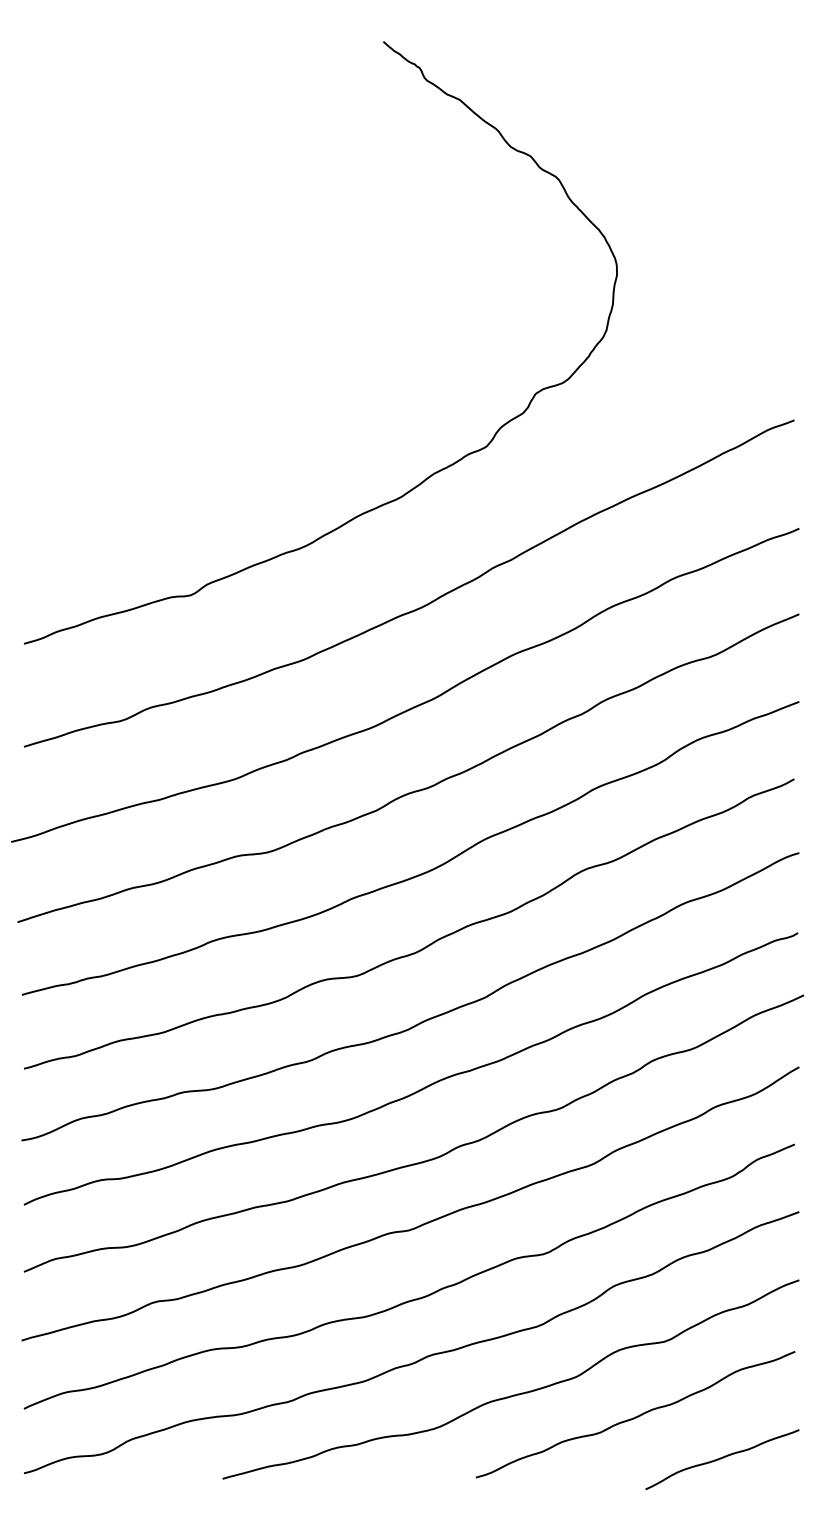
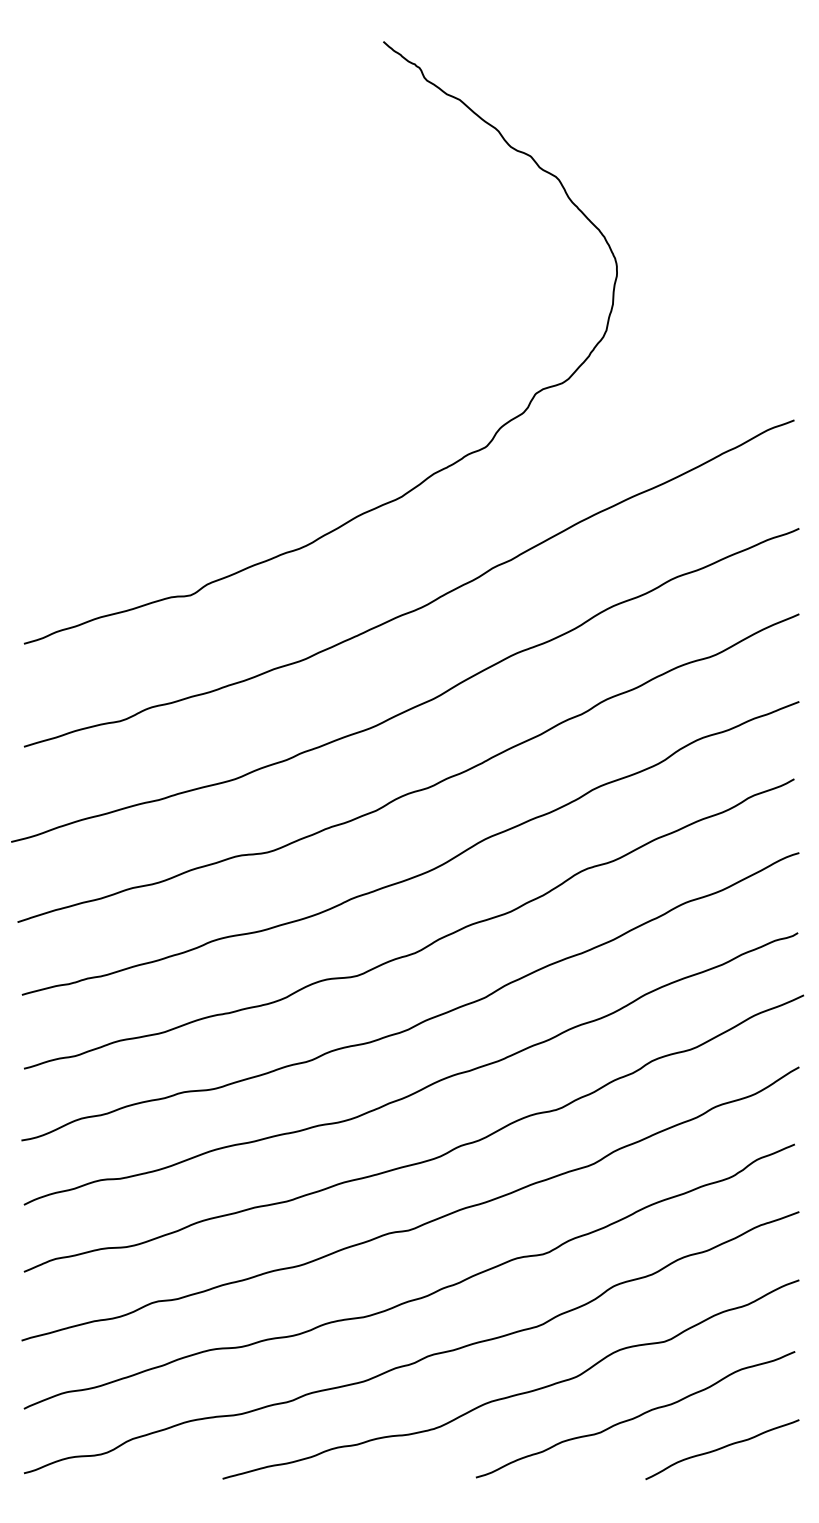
curve at (722, 1458) position: (722, 1458) -> (722, 1448)
